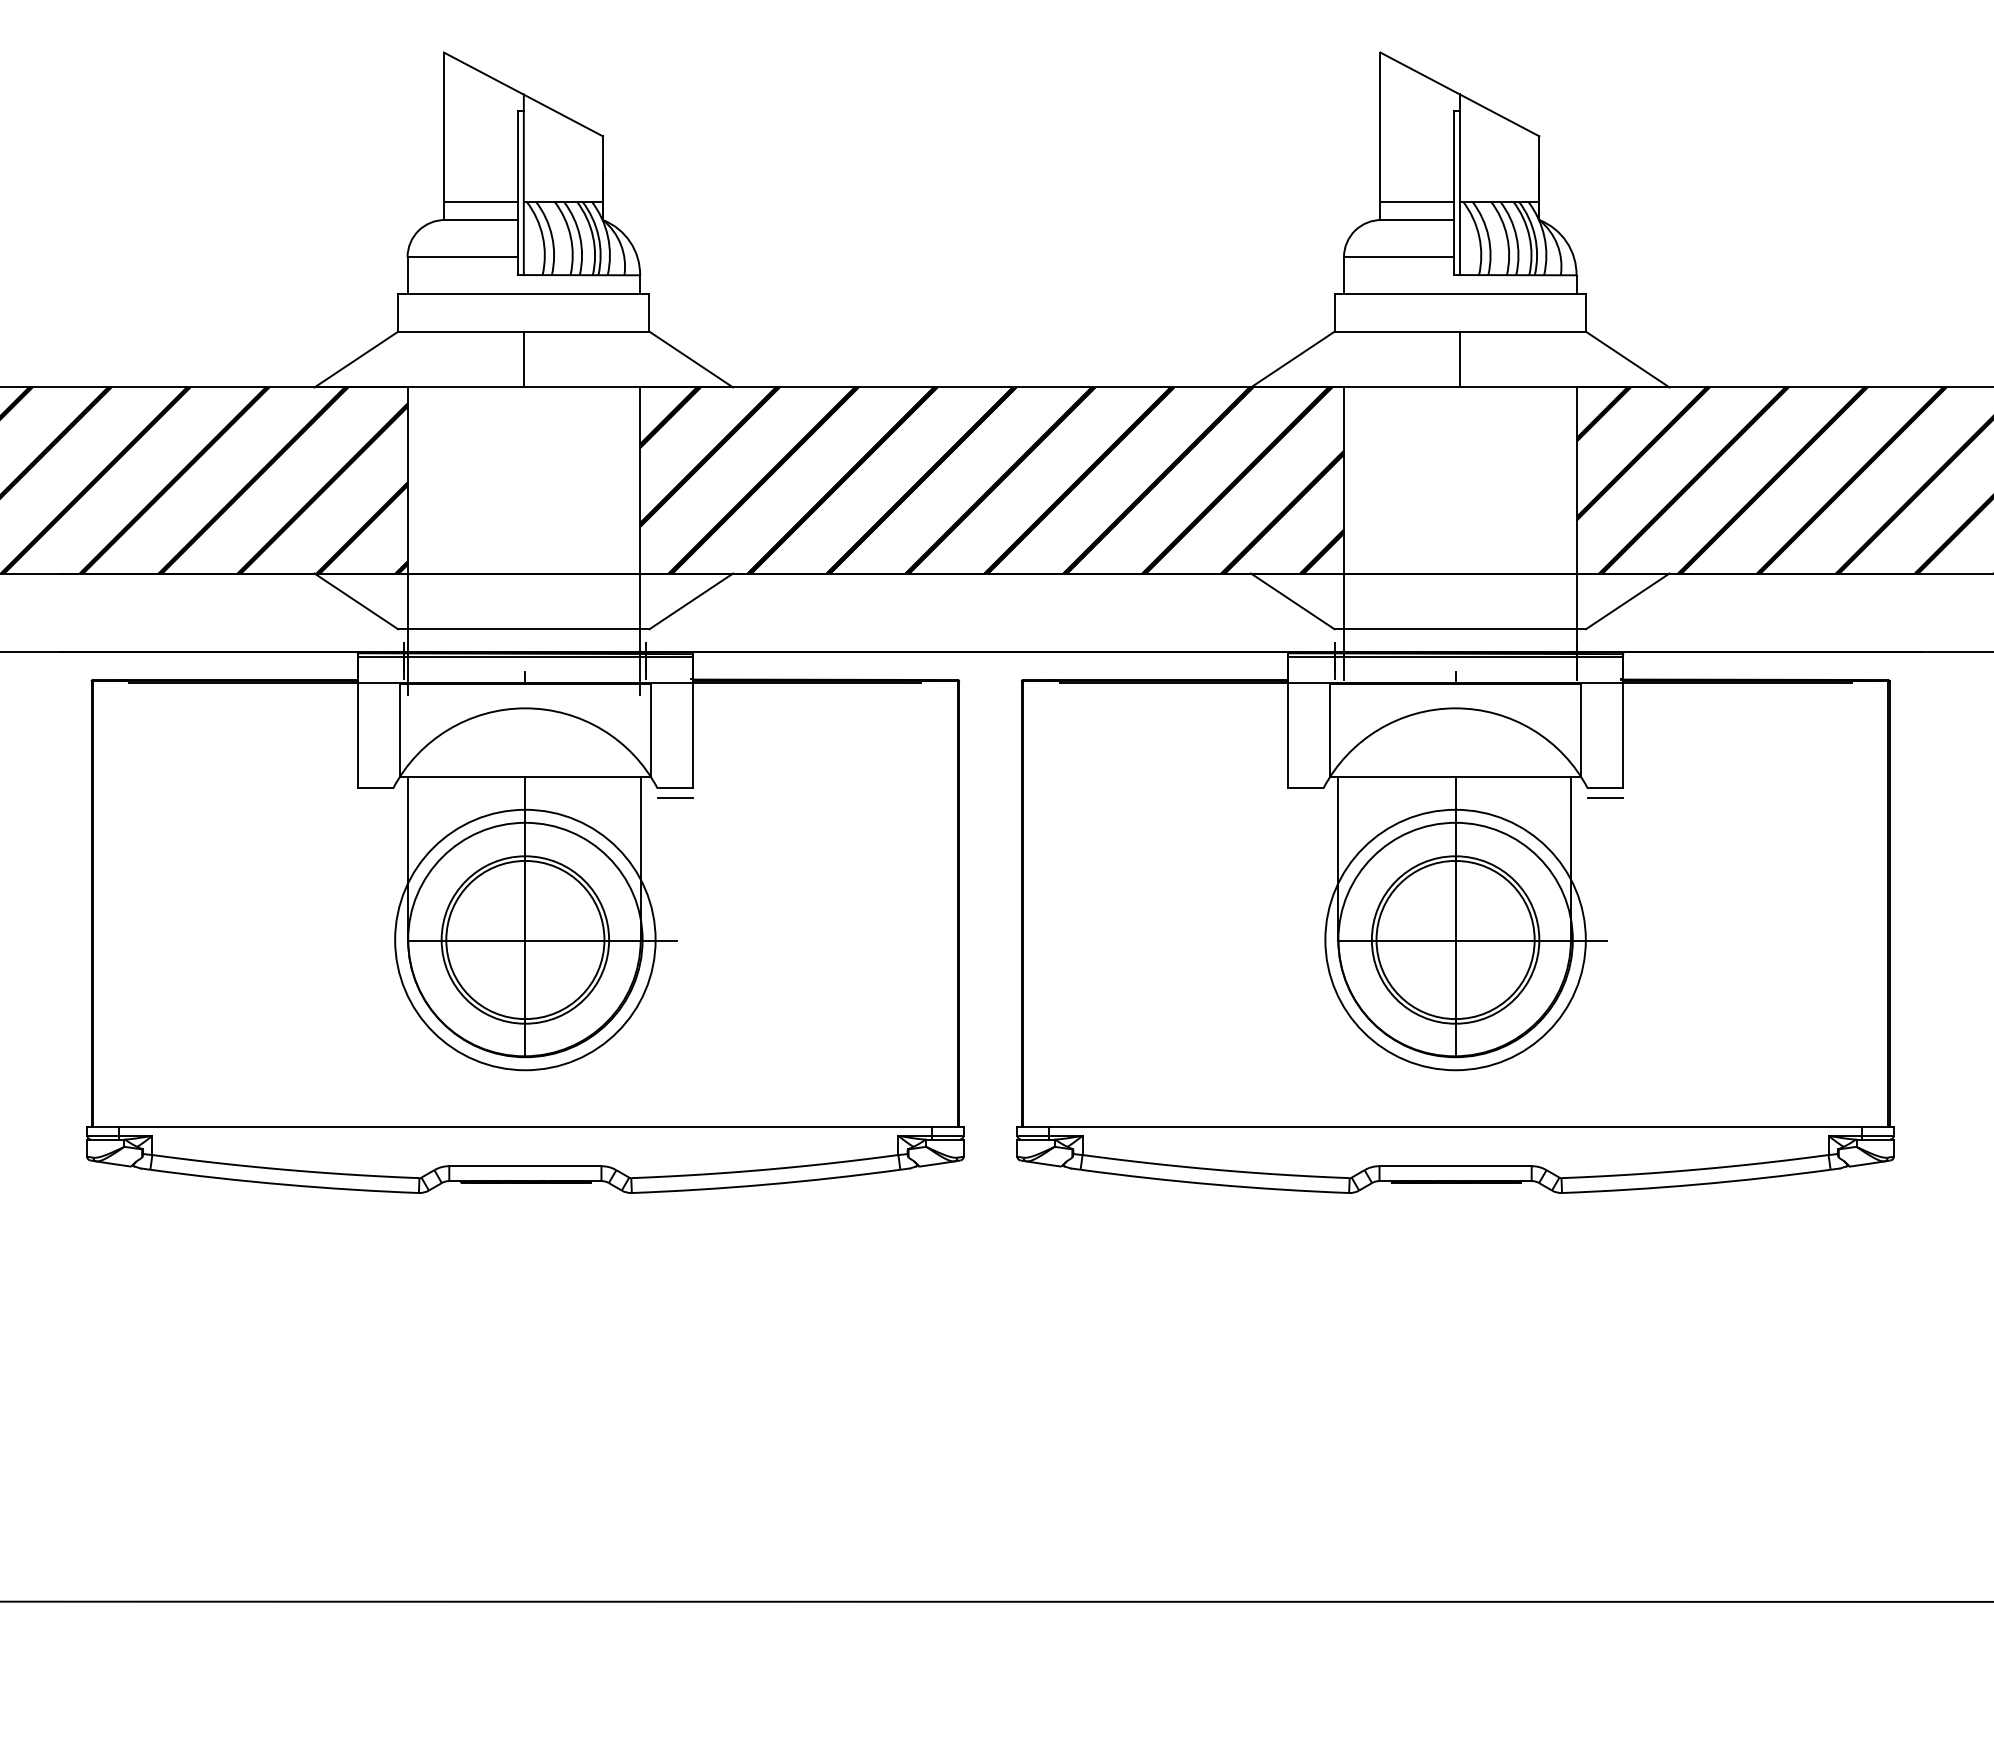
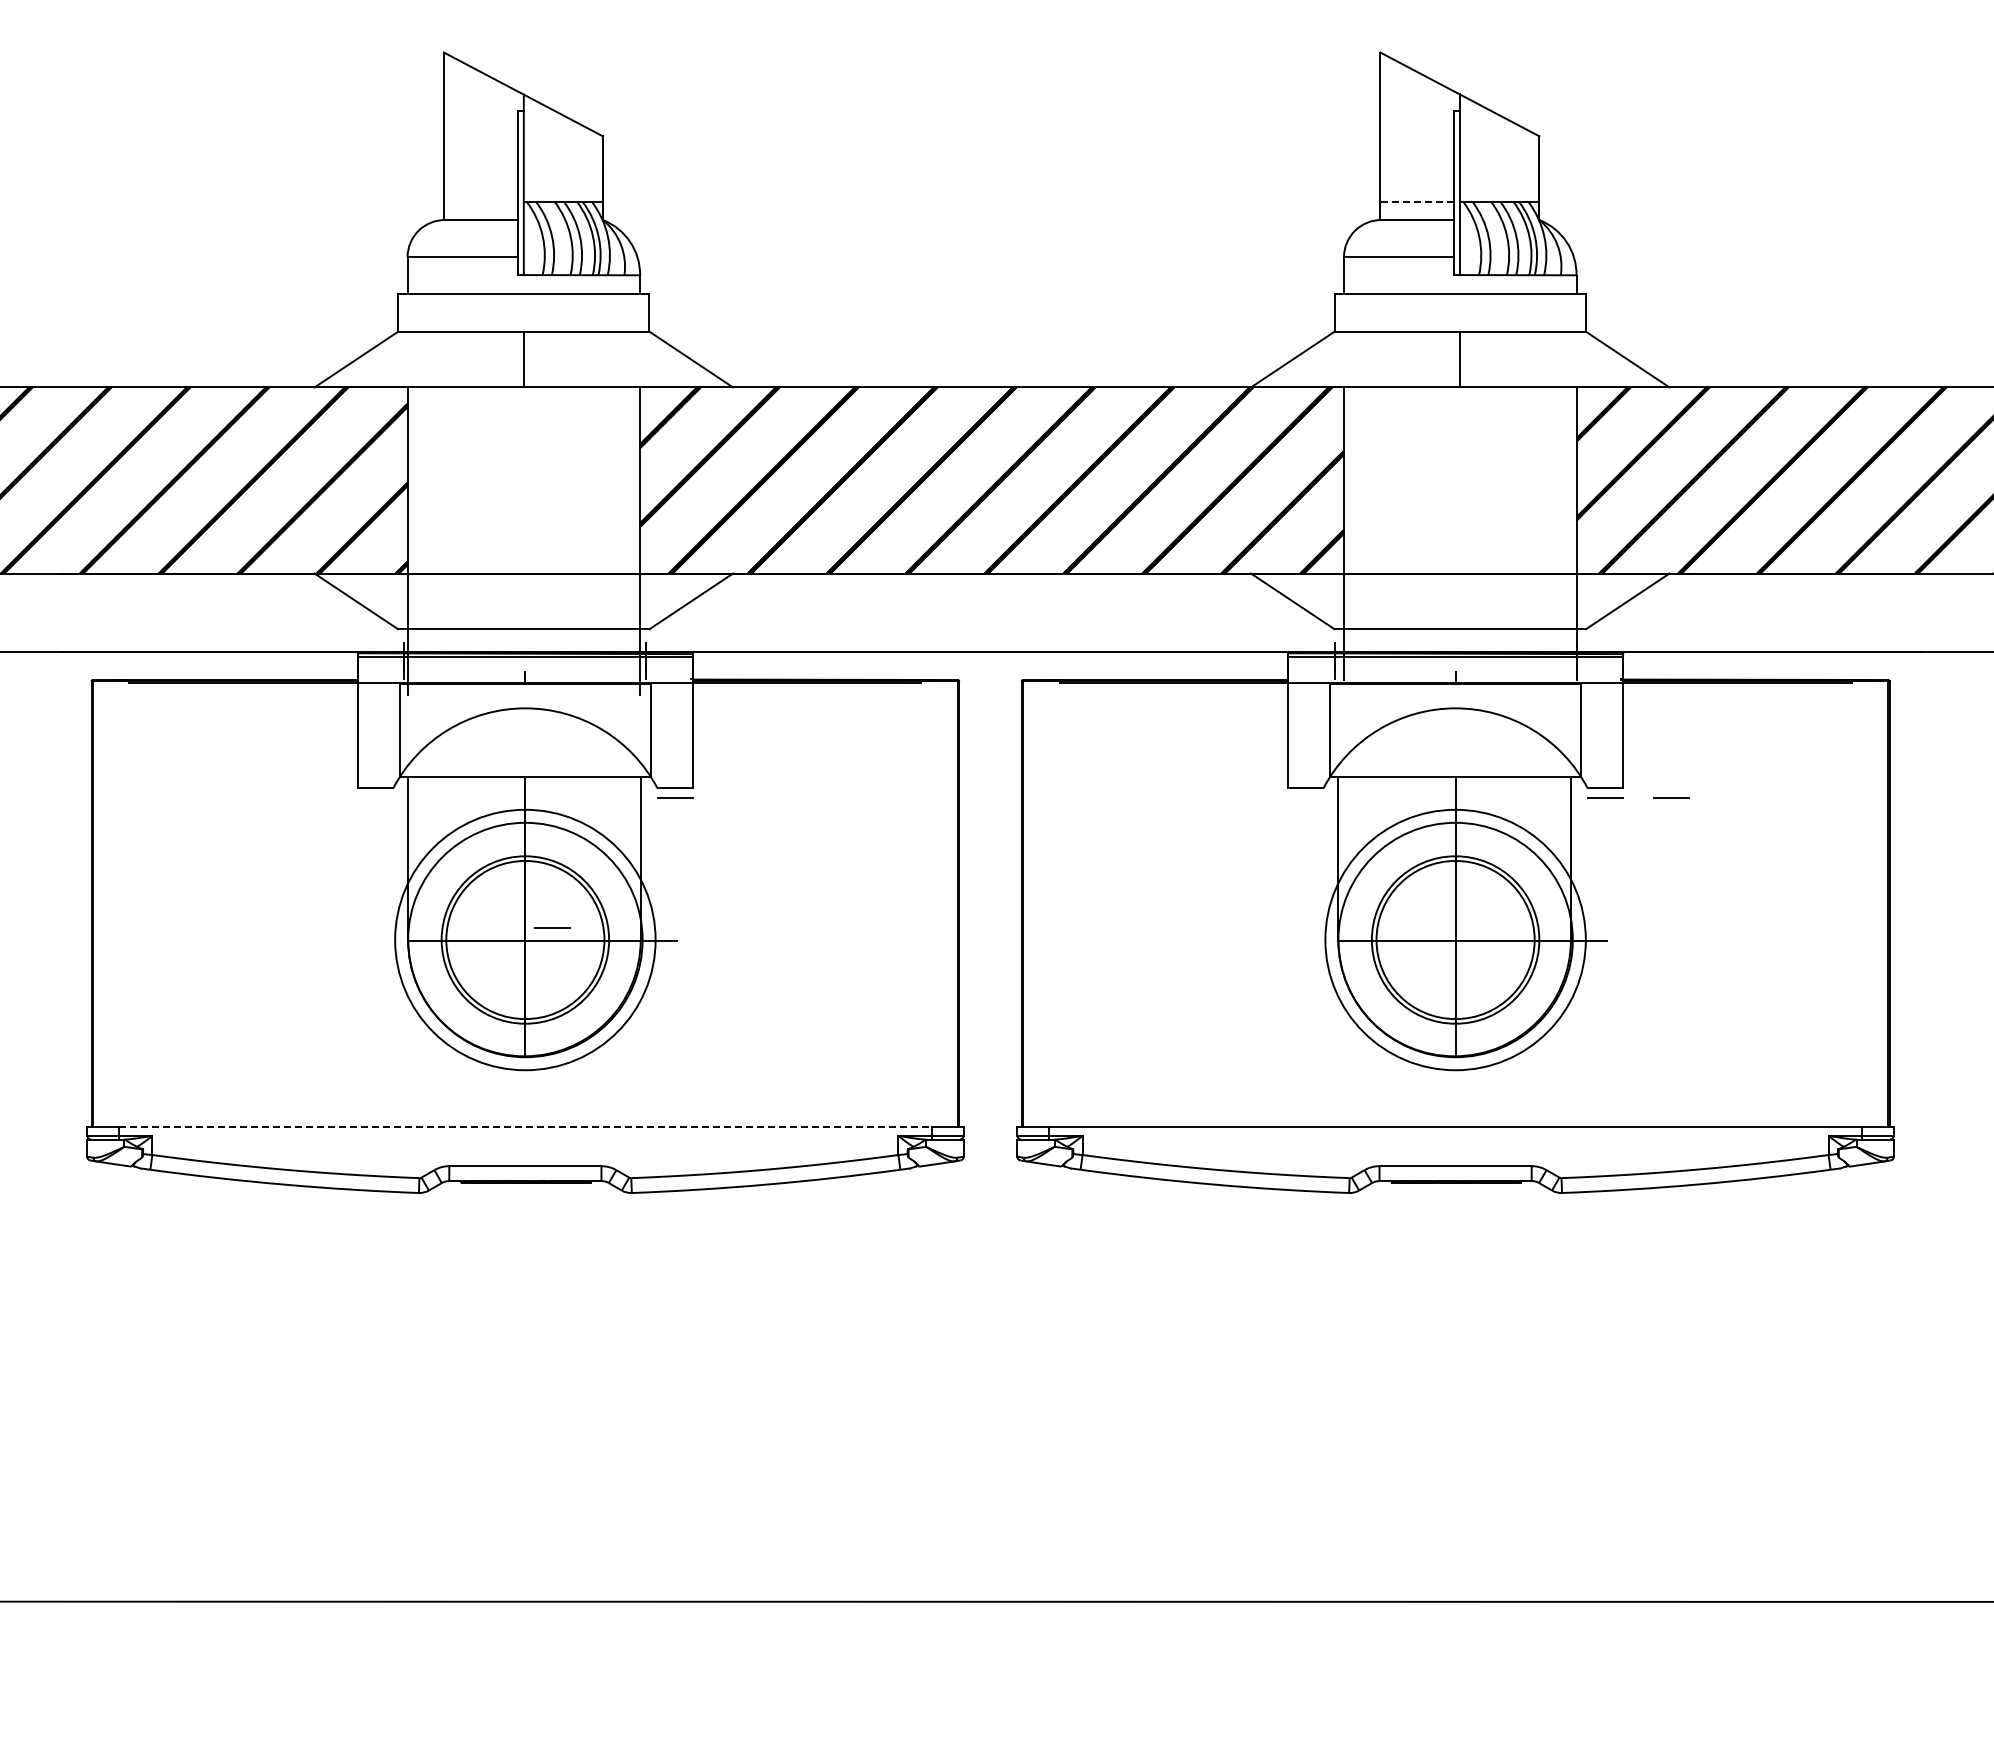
line at (480, 201): present -> none
line at (1417, 201): solid -> dashed
line at (1671, 797): none -> present
line at (552, 927): none -> present
line at (525, 1127): solid -> dashed
